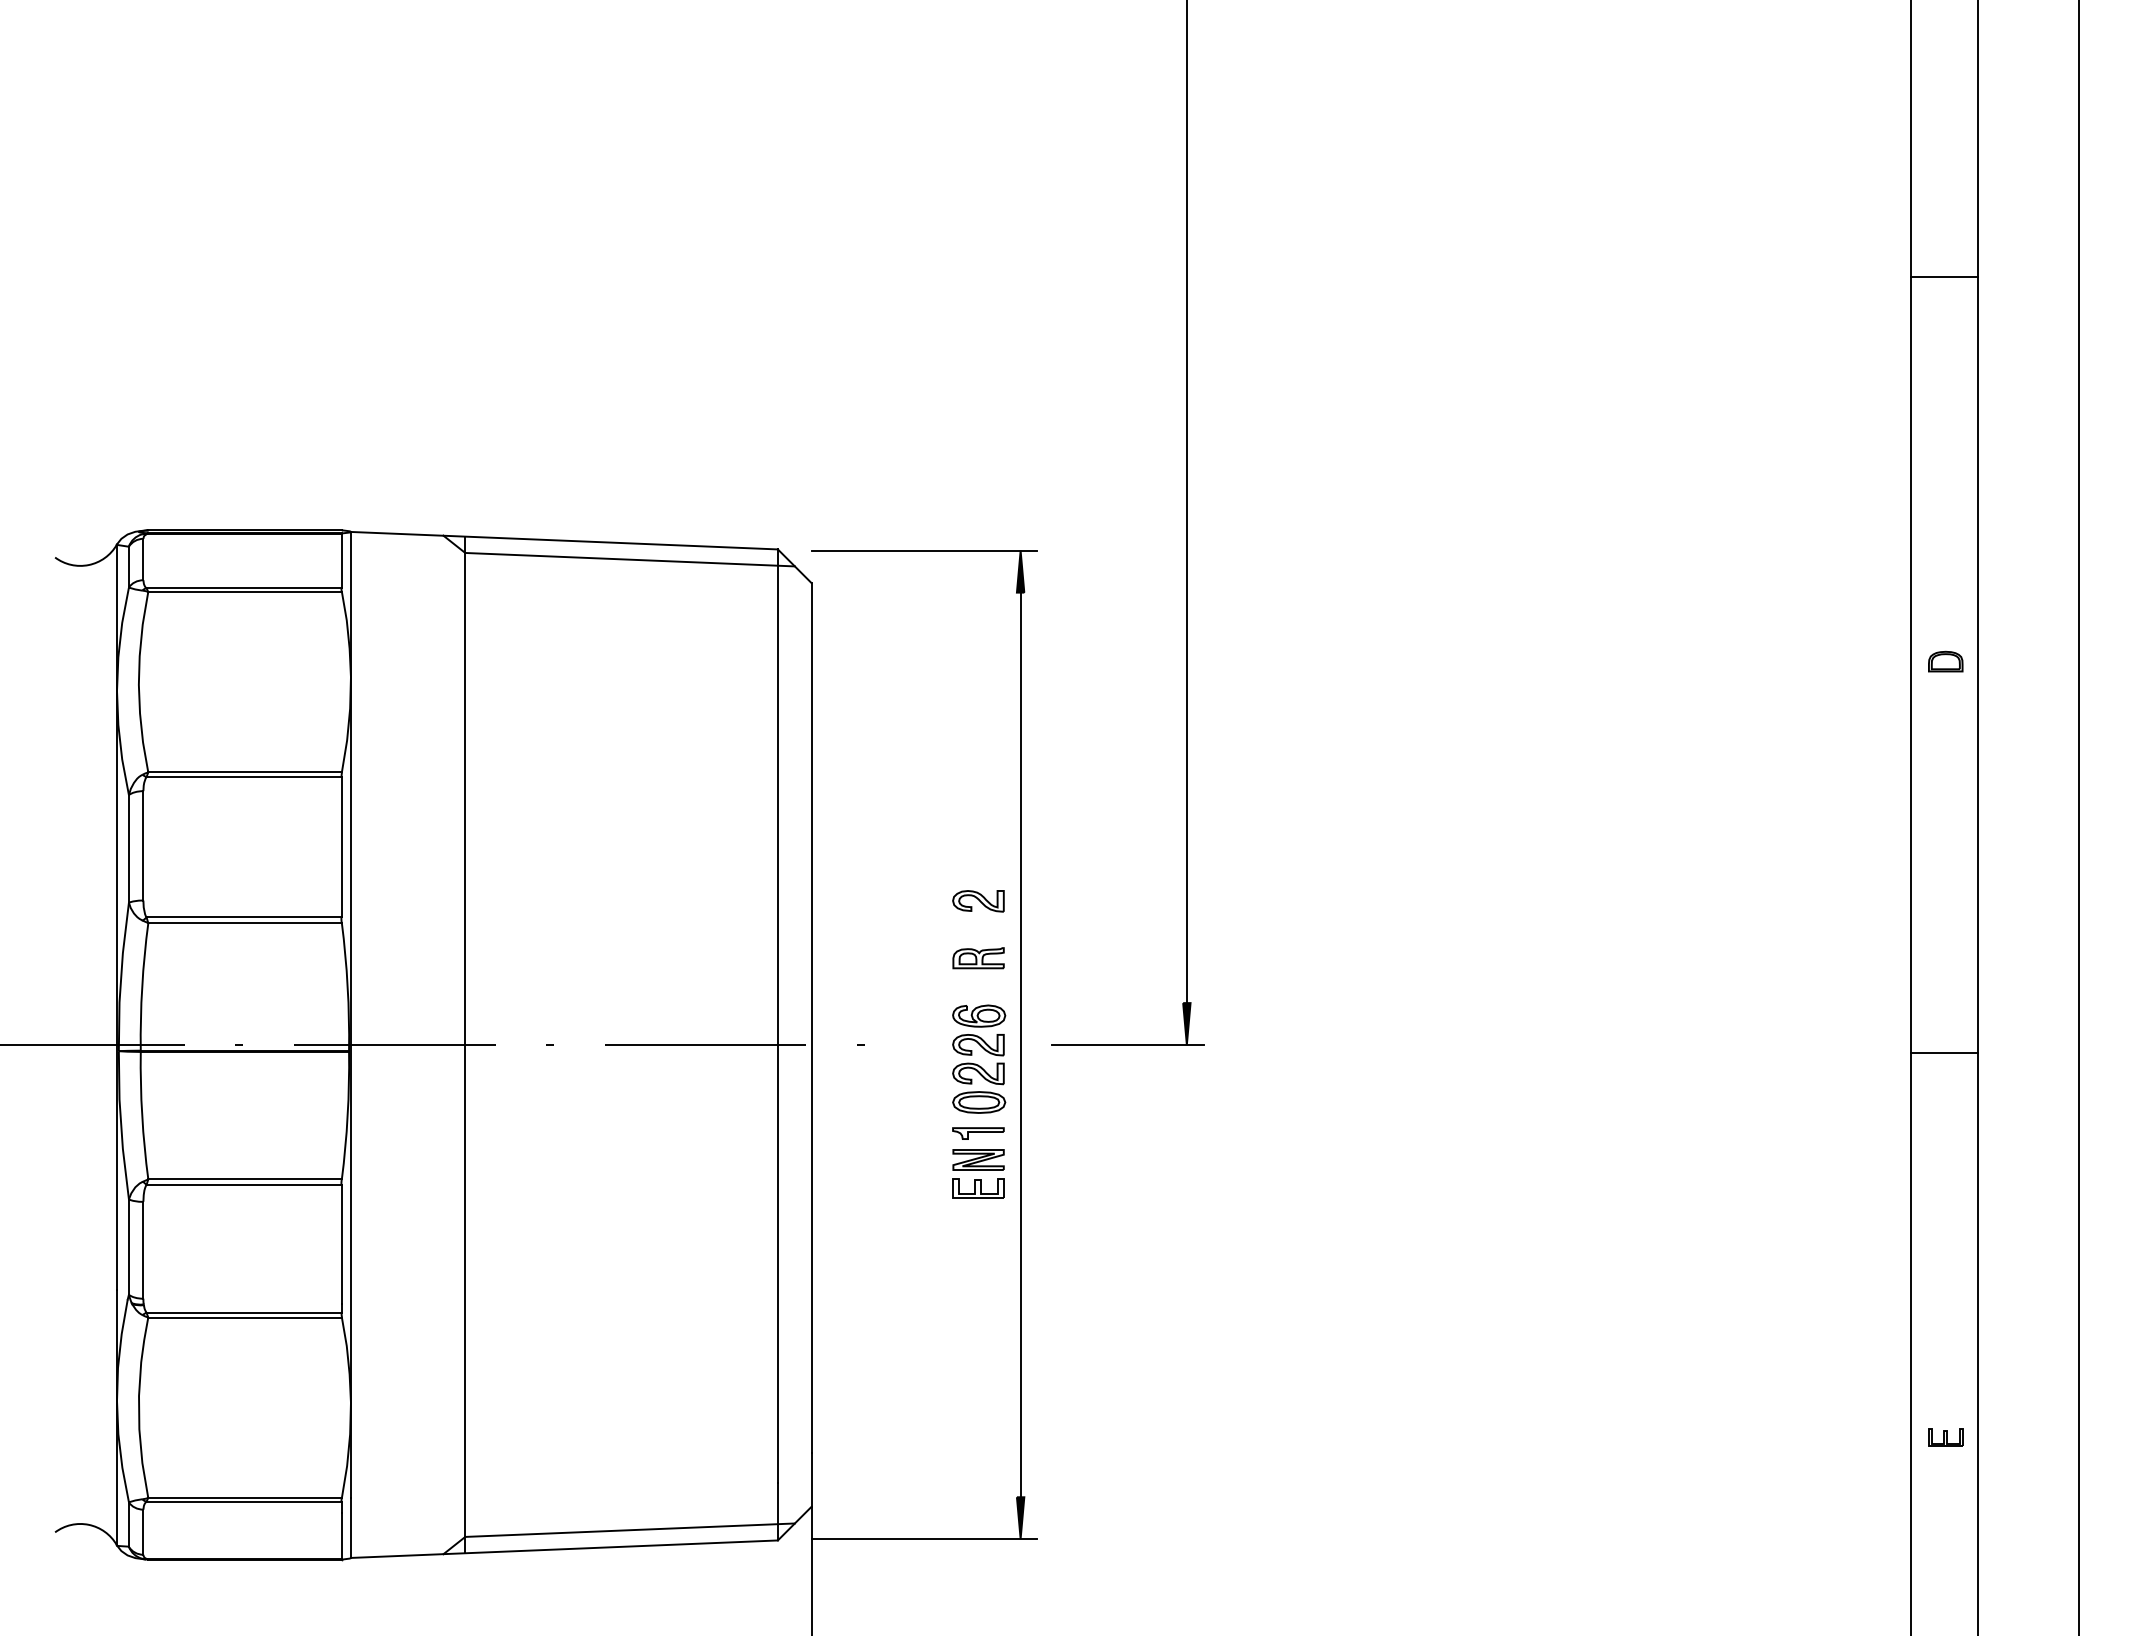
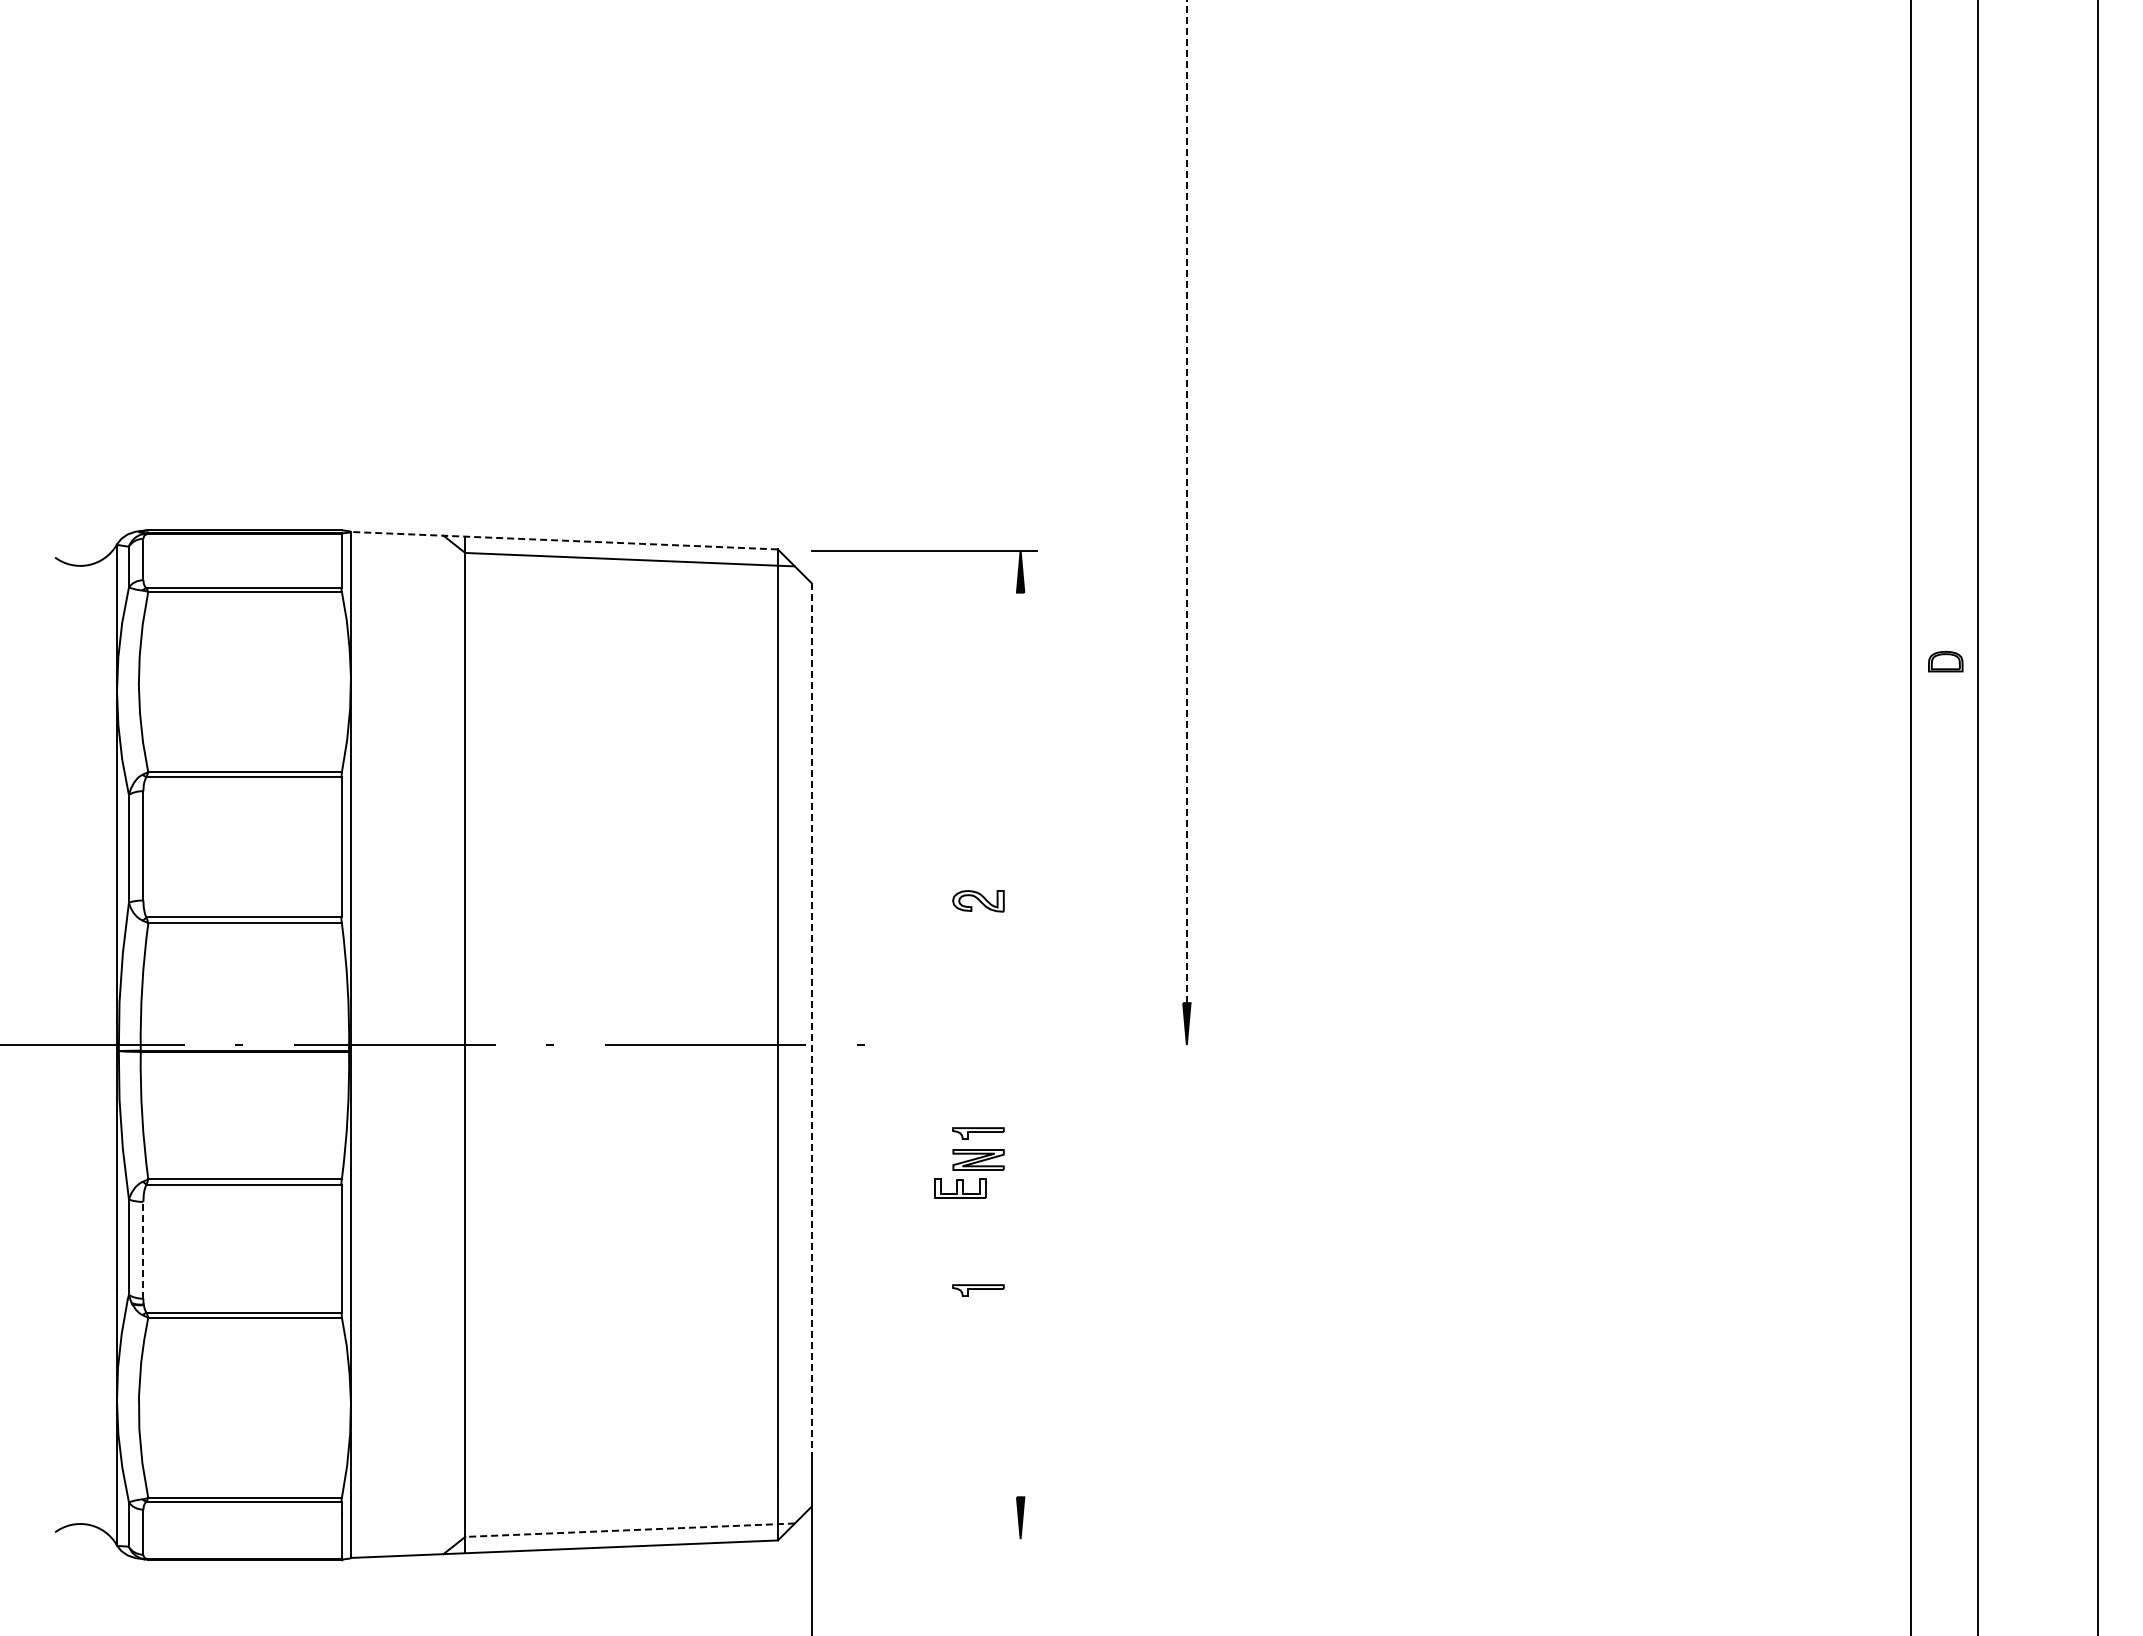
line at (1943, 276): present -> none
line at (1186, 501): solid -> dashed
line at (564, 540): solid -> dashed
line at (2078, 817) position: (2078, 817) -> (2097, 817)
part at (978, 958): present -> none
line at (811, 1018): solid -> dashed
line at (1020, 1044): present -> none
line at (1127, 1044): present -> none
line at (1943, 1052): present -> none
part at (978, 1064): present -> none
part at (978, 1188) position: (978, 1188) -> (960, 1188)
line at (143, 1249): solid -> dashed
part at (978, 1290): none -> present
part at (1945, 1437): present -> none
line at (630, 1530): solid -> dashed
line at (924, 1539): present -> none
